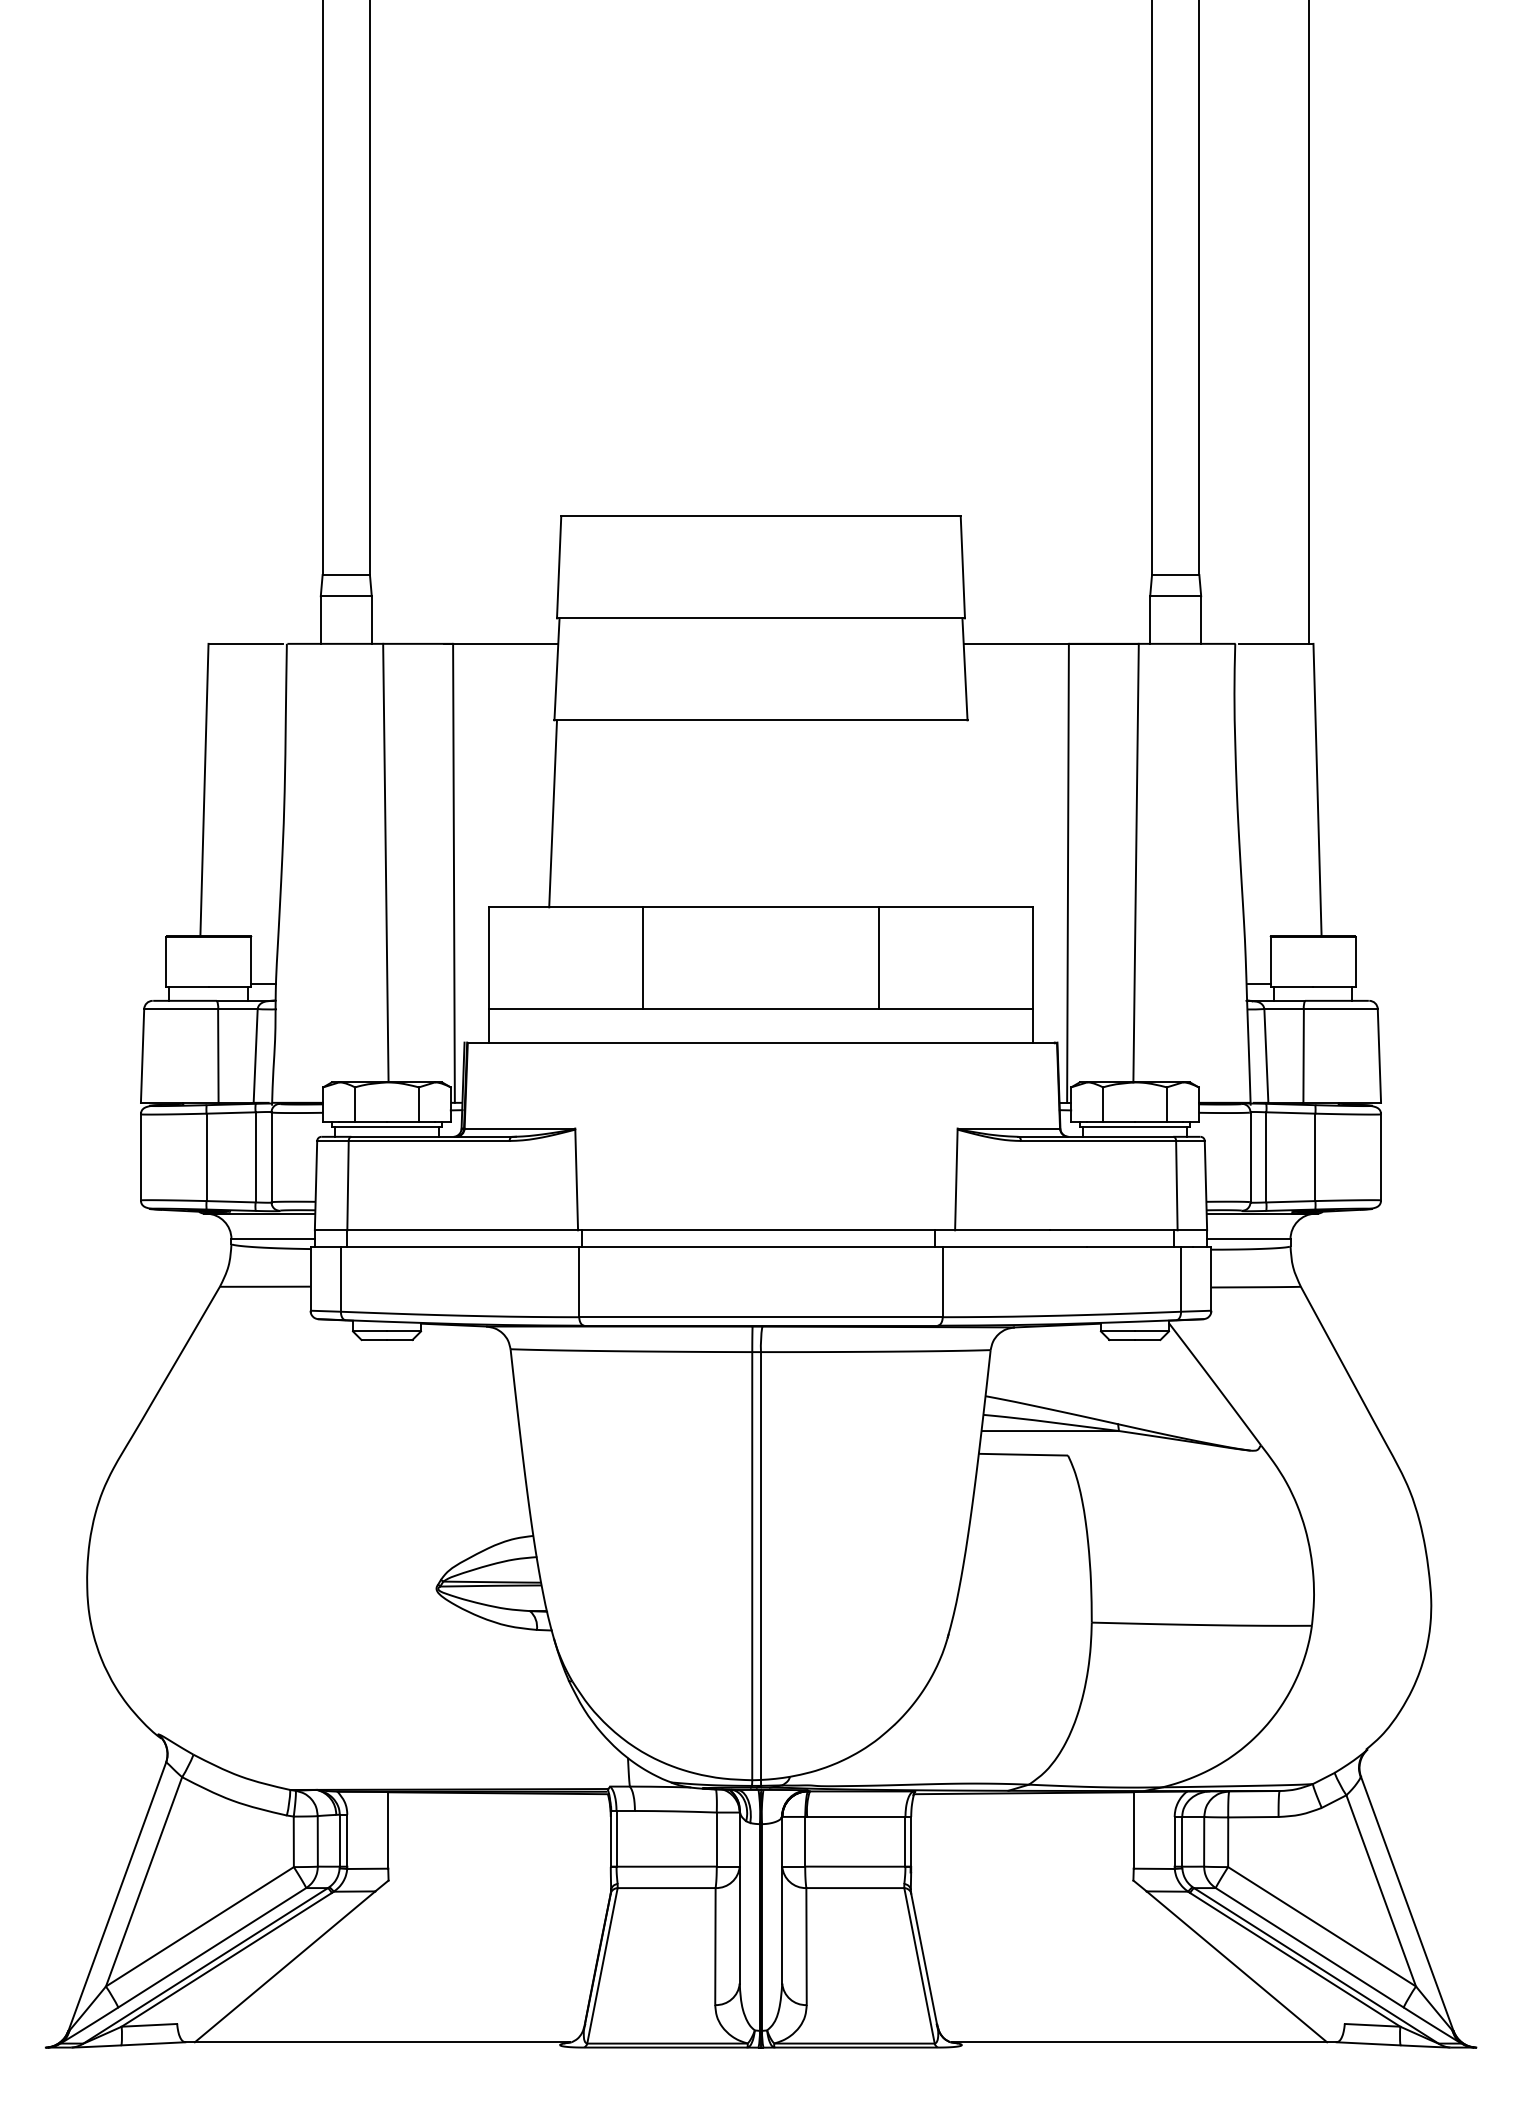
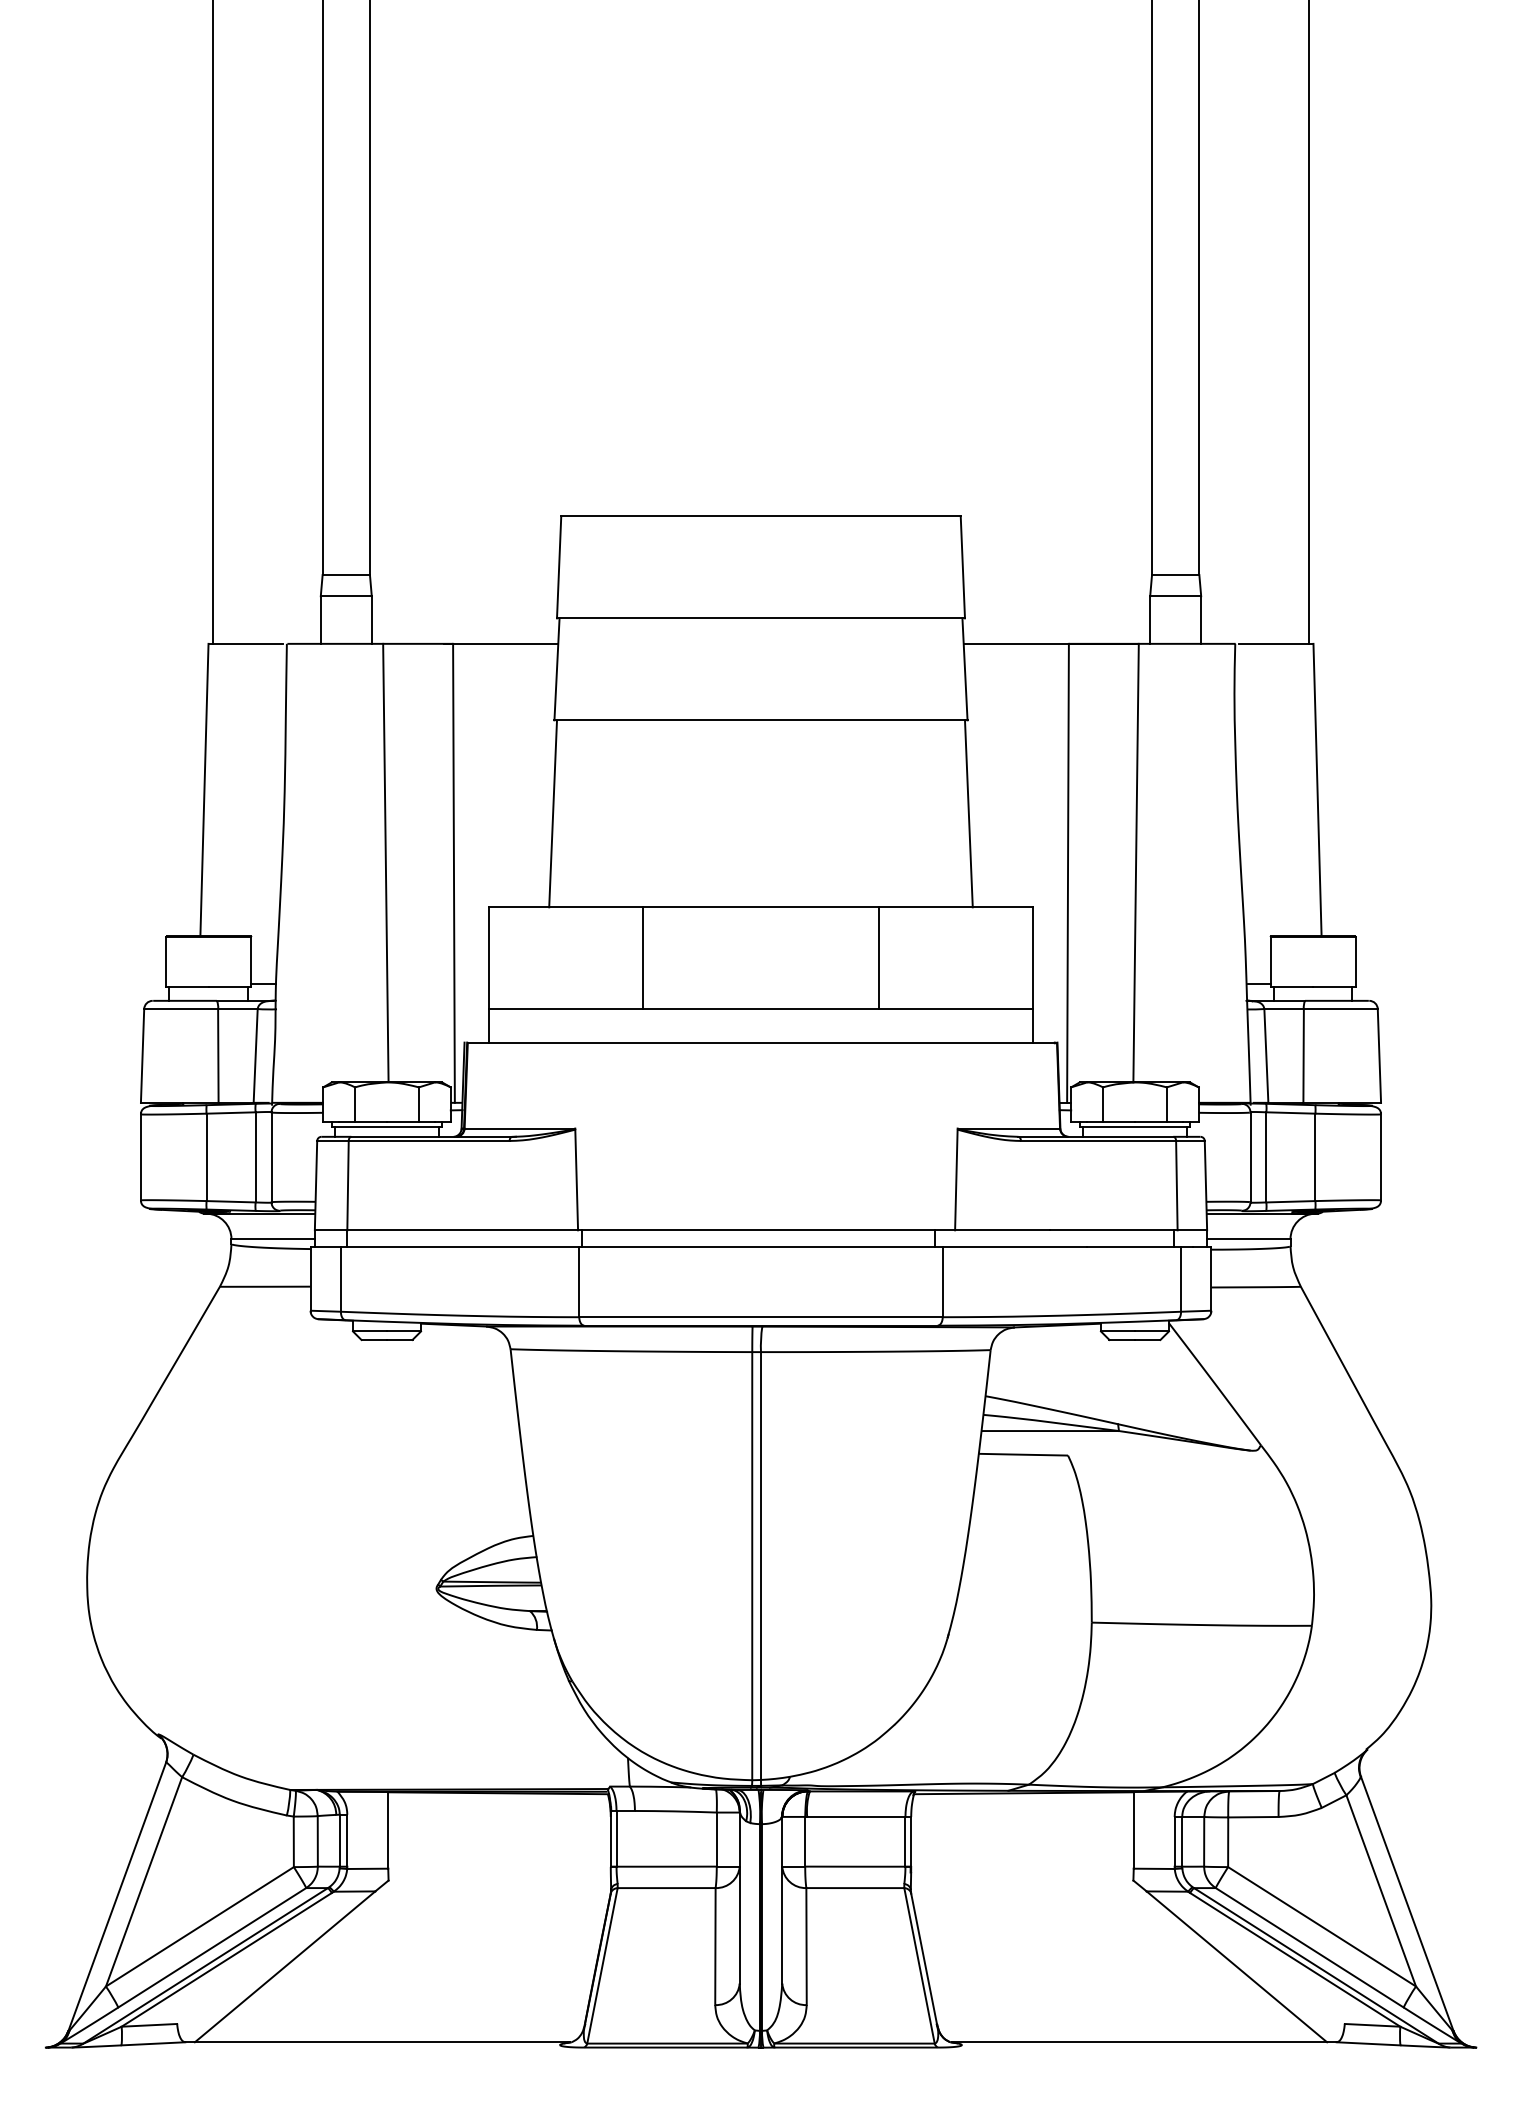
line at (212, 322): none -> present
line at (968, 813): none -> present
